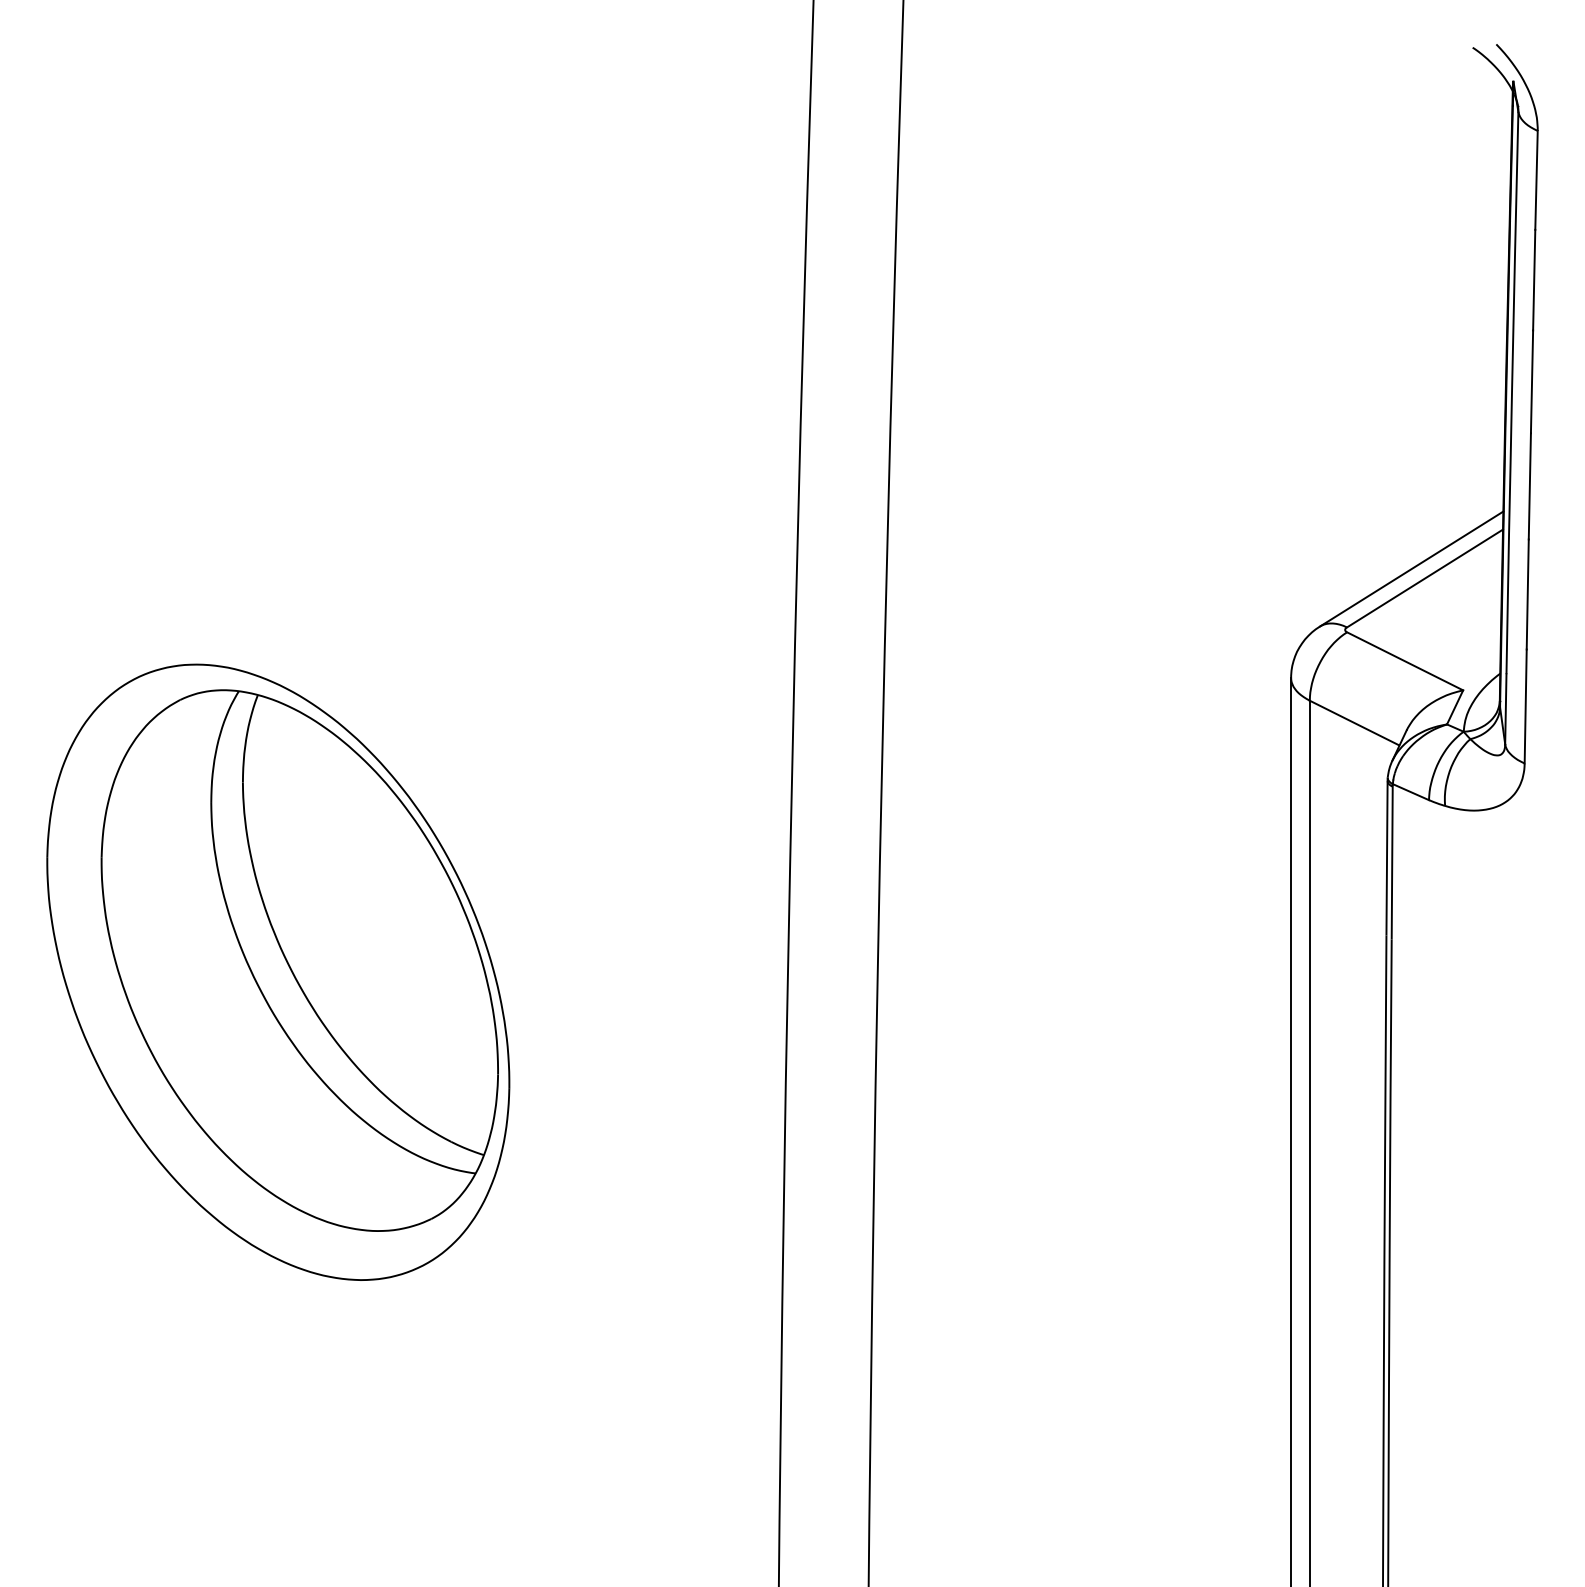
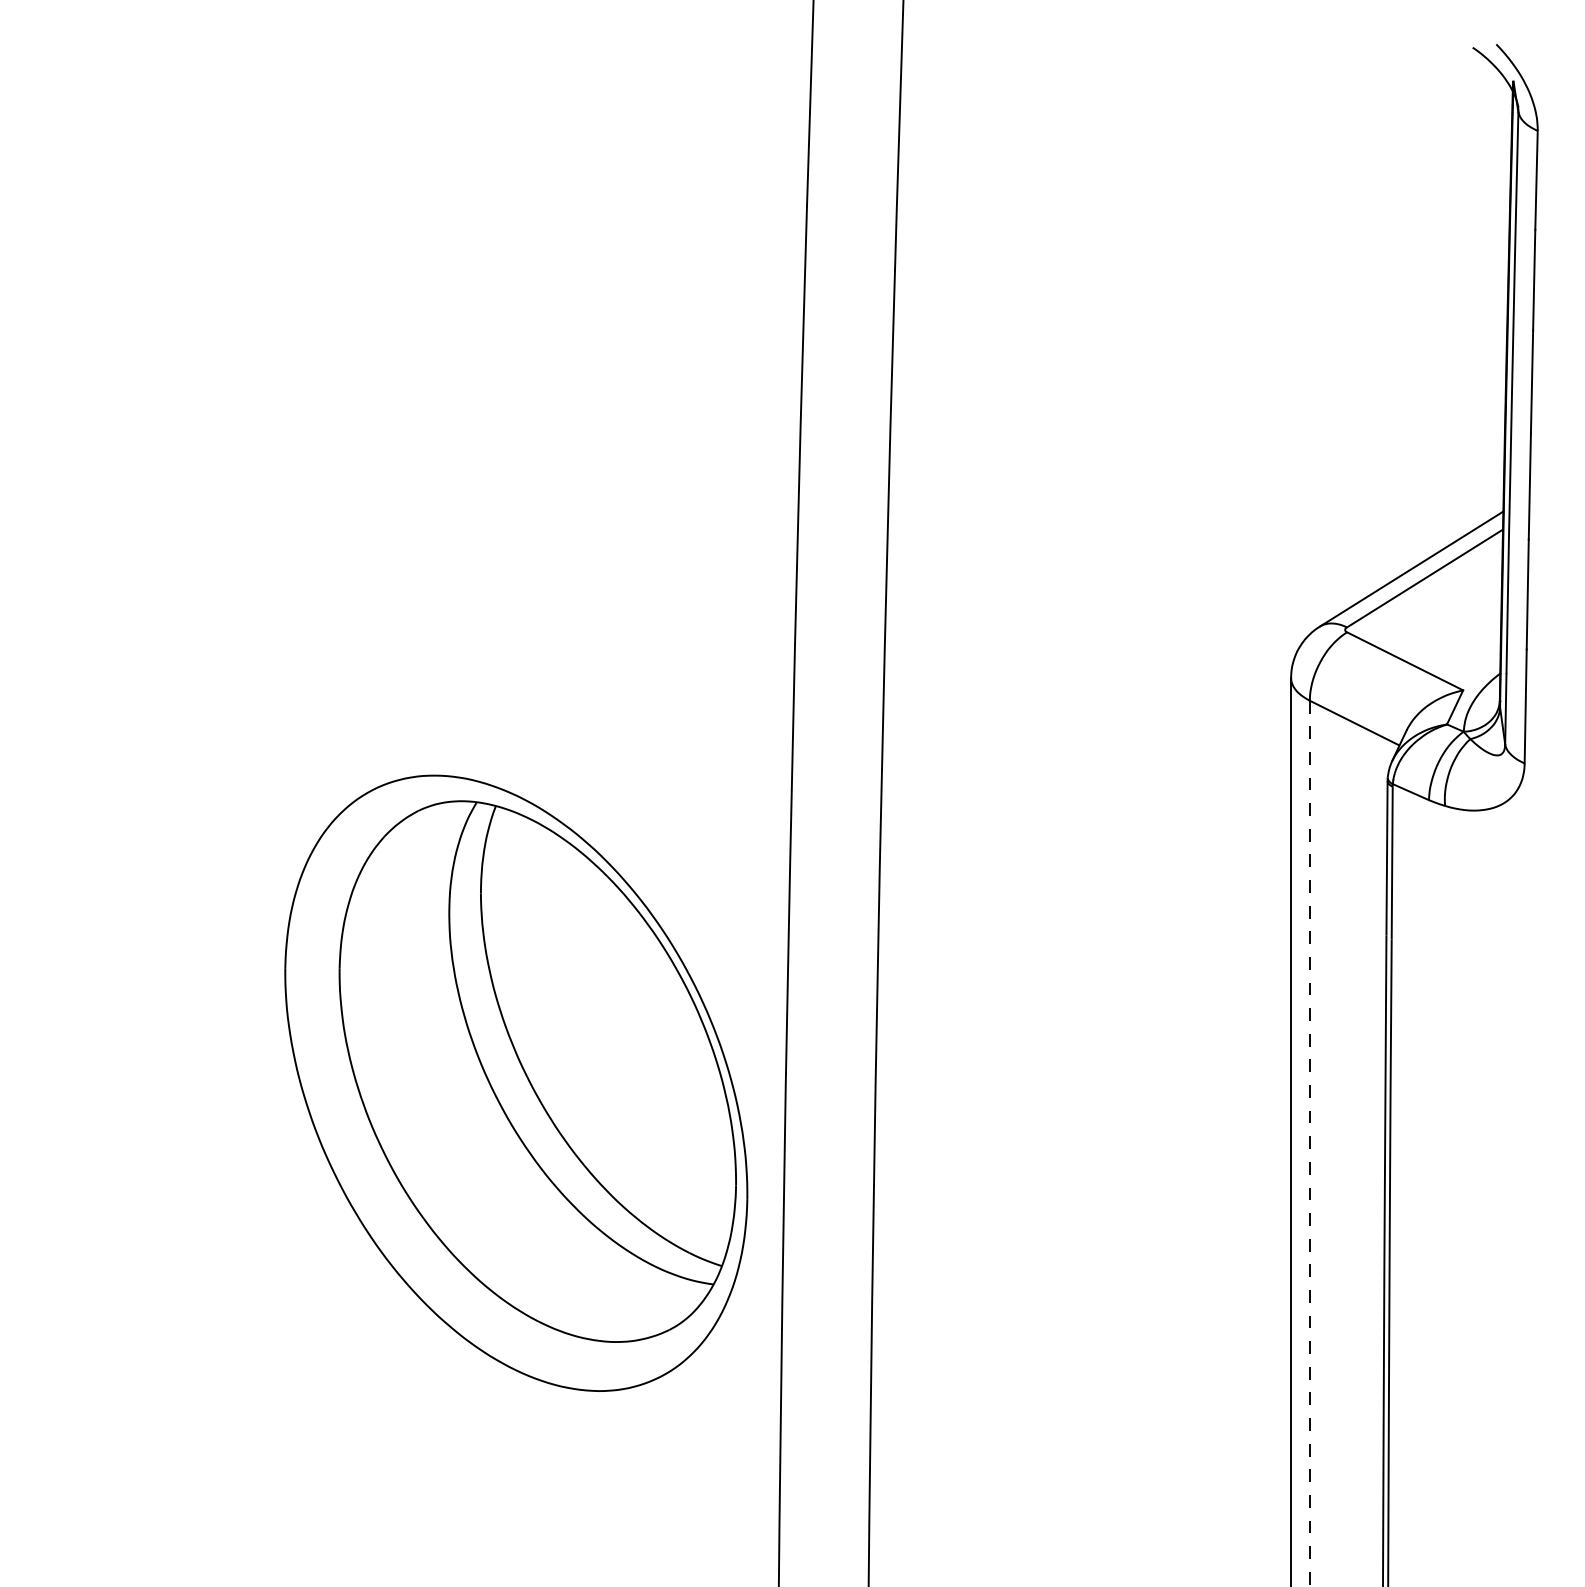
part at (278, 971) position: (278, 971) -> (516, 1082)
line at (1309, 1143): solid -> dashed
